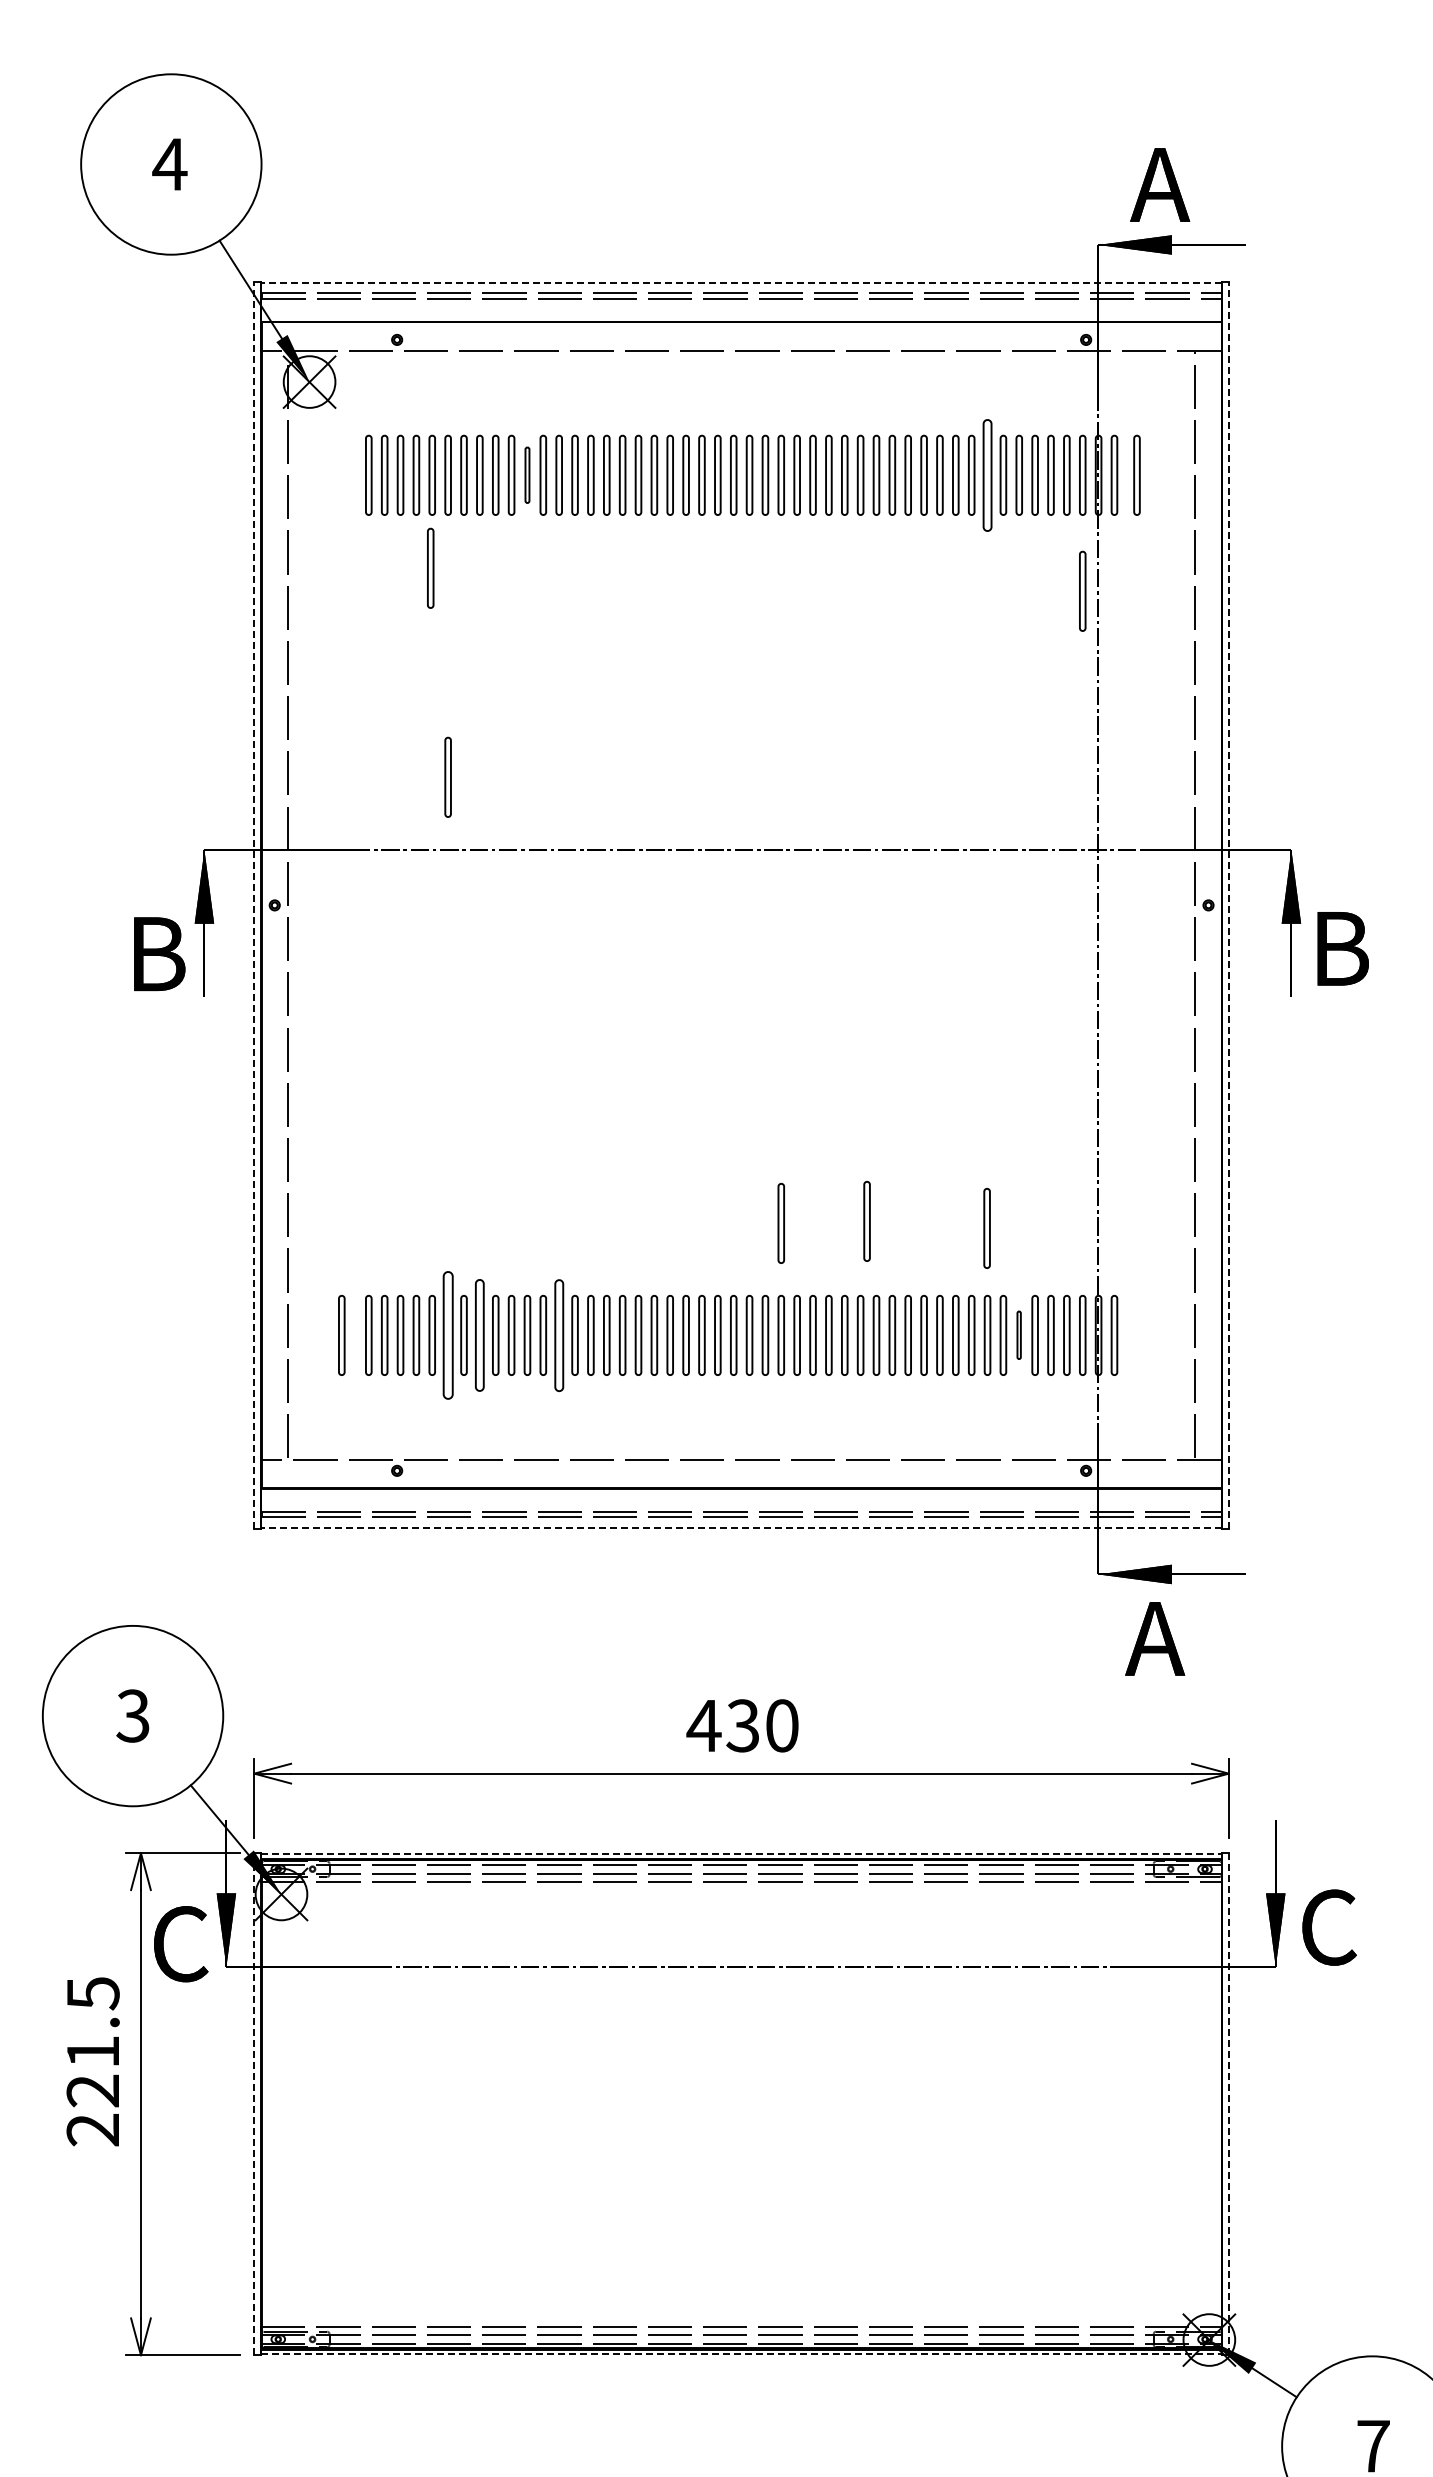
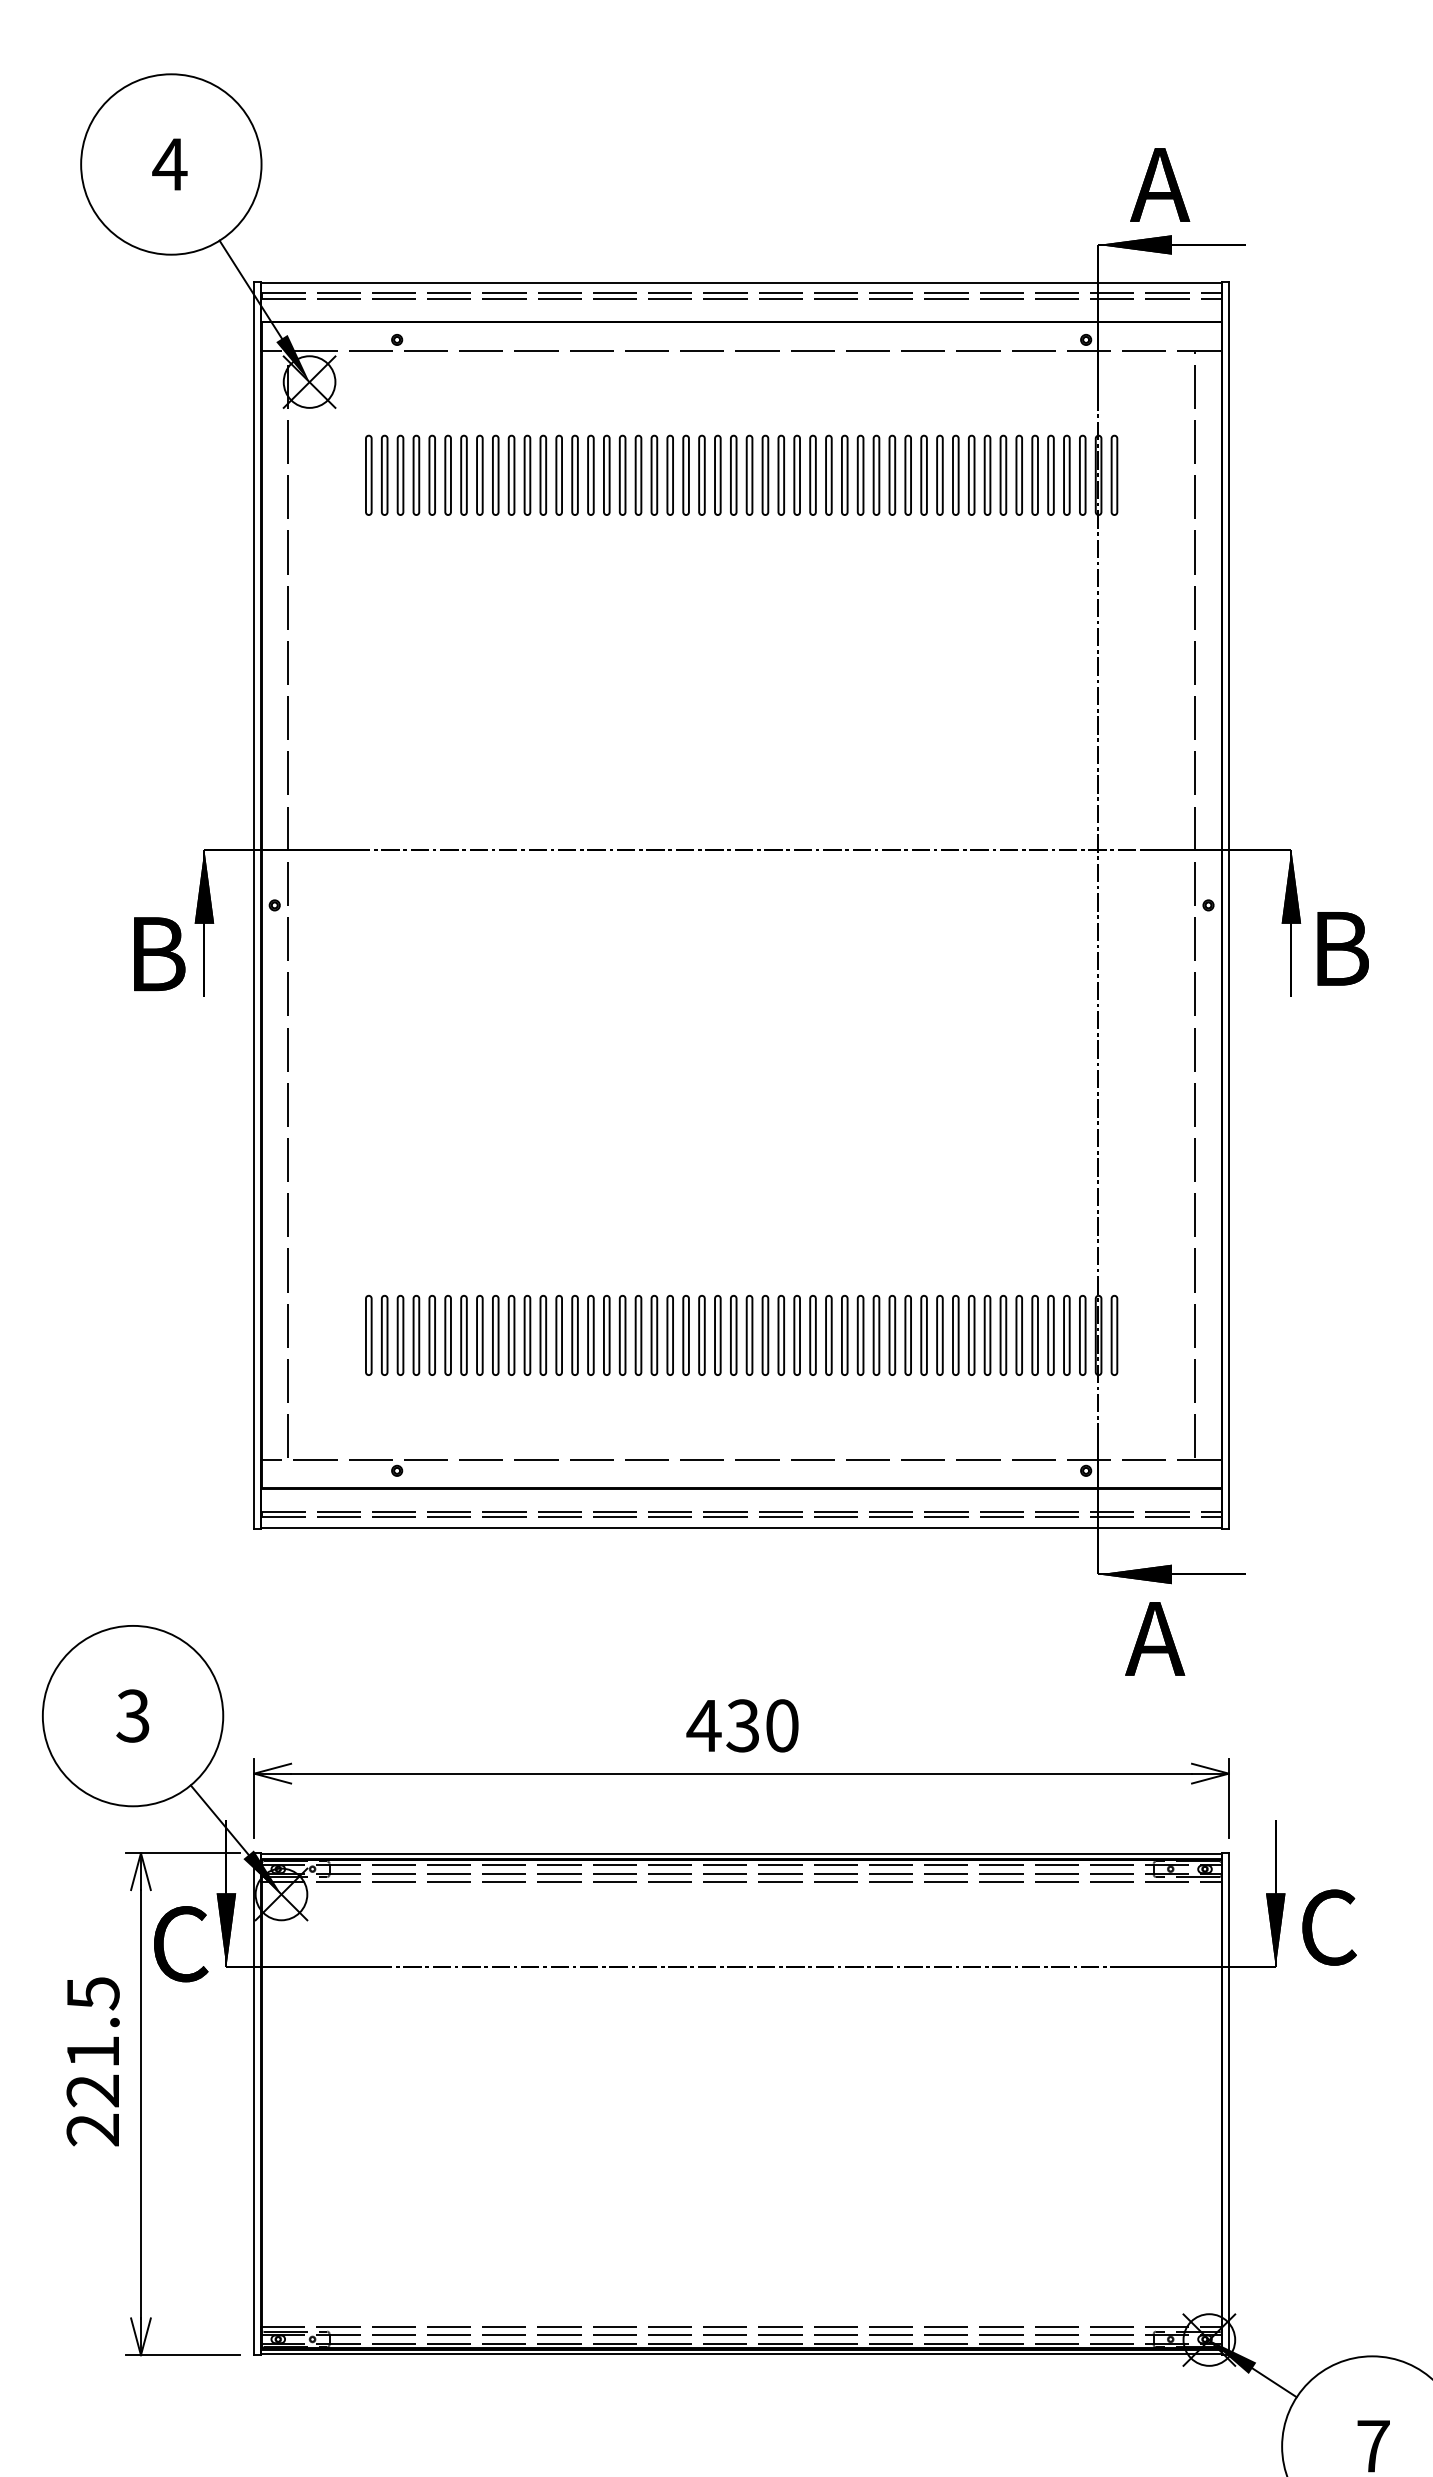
line at (741, 283): dashed -> solid
part at (527, 474) size: 7x58 px -> 9x82 px
part at (1136, 474): present -> none
part at (987, 475) size: 11x113 px -> 9x82 px
part at (430, 567): present -> none
part at (1082, 590): present -> none
part at (447, 776): present -> none
line at (254, 904): dashed -> solid
line at (1228, 904): dashed -> solid
part at (866, 1221): present -> none
part at (780, 1222): present -> none
part at (986, 1228): present -> none
part at (341, 1334): present -> none
part at (1018, 1334) size: 6x50 px -> 8x82 px
part at (447, 1335) size: 12x129 px -> 8x81 px
part at (479, 1335) size: 10x113 px -> 8x81 px
part at (559, 1335) size: 11x113 px -> 8x82 px
line at (741, 1527): dashed -> solid
line at (742, 1854): dashed -> solid
line at (254, 2104): dashed -> solid
line at (1228, 2104): dashed -> solid
line at (742, 2354): dashed -> solid
